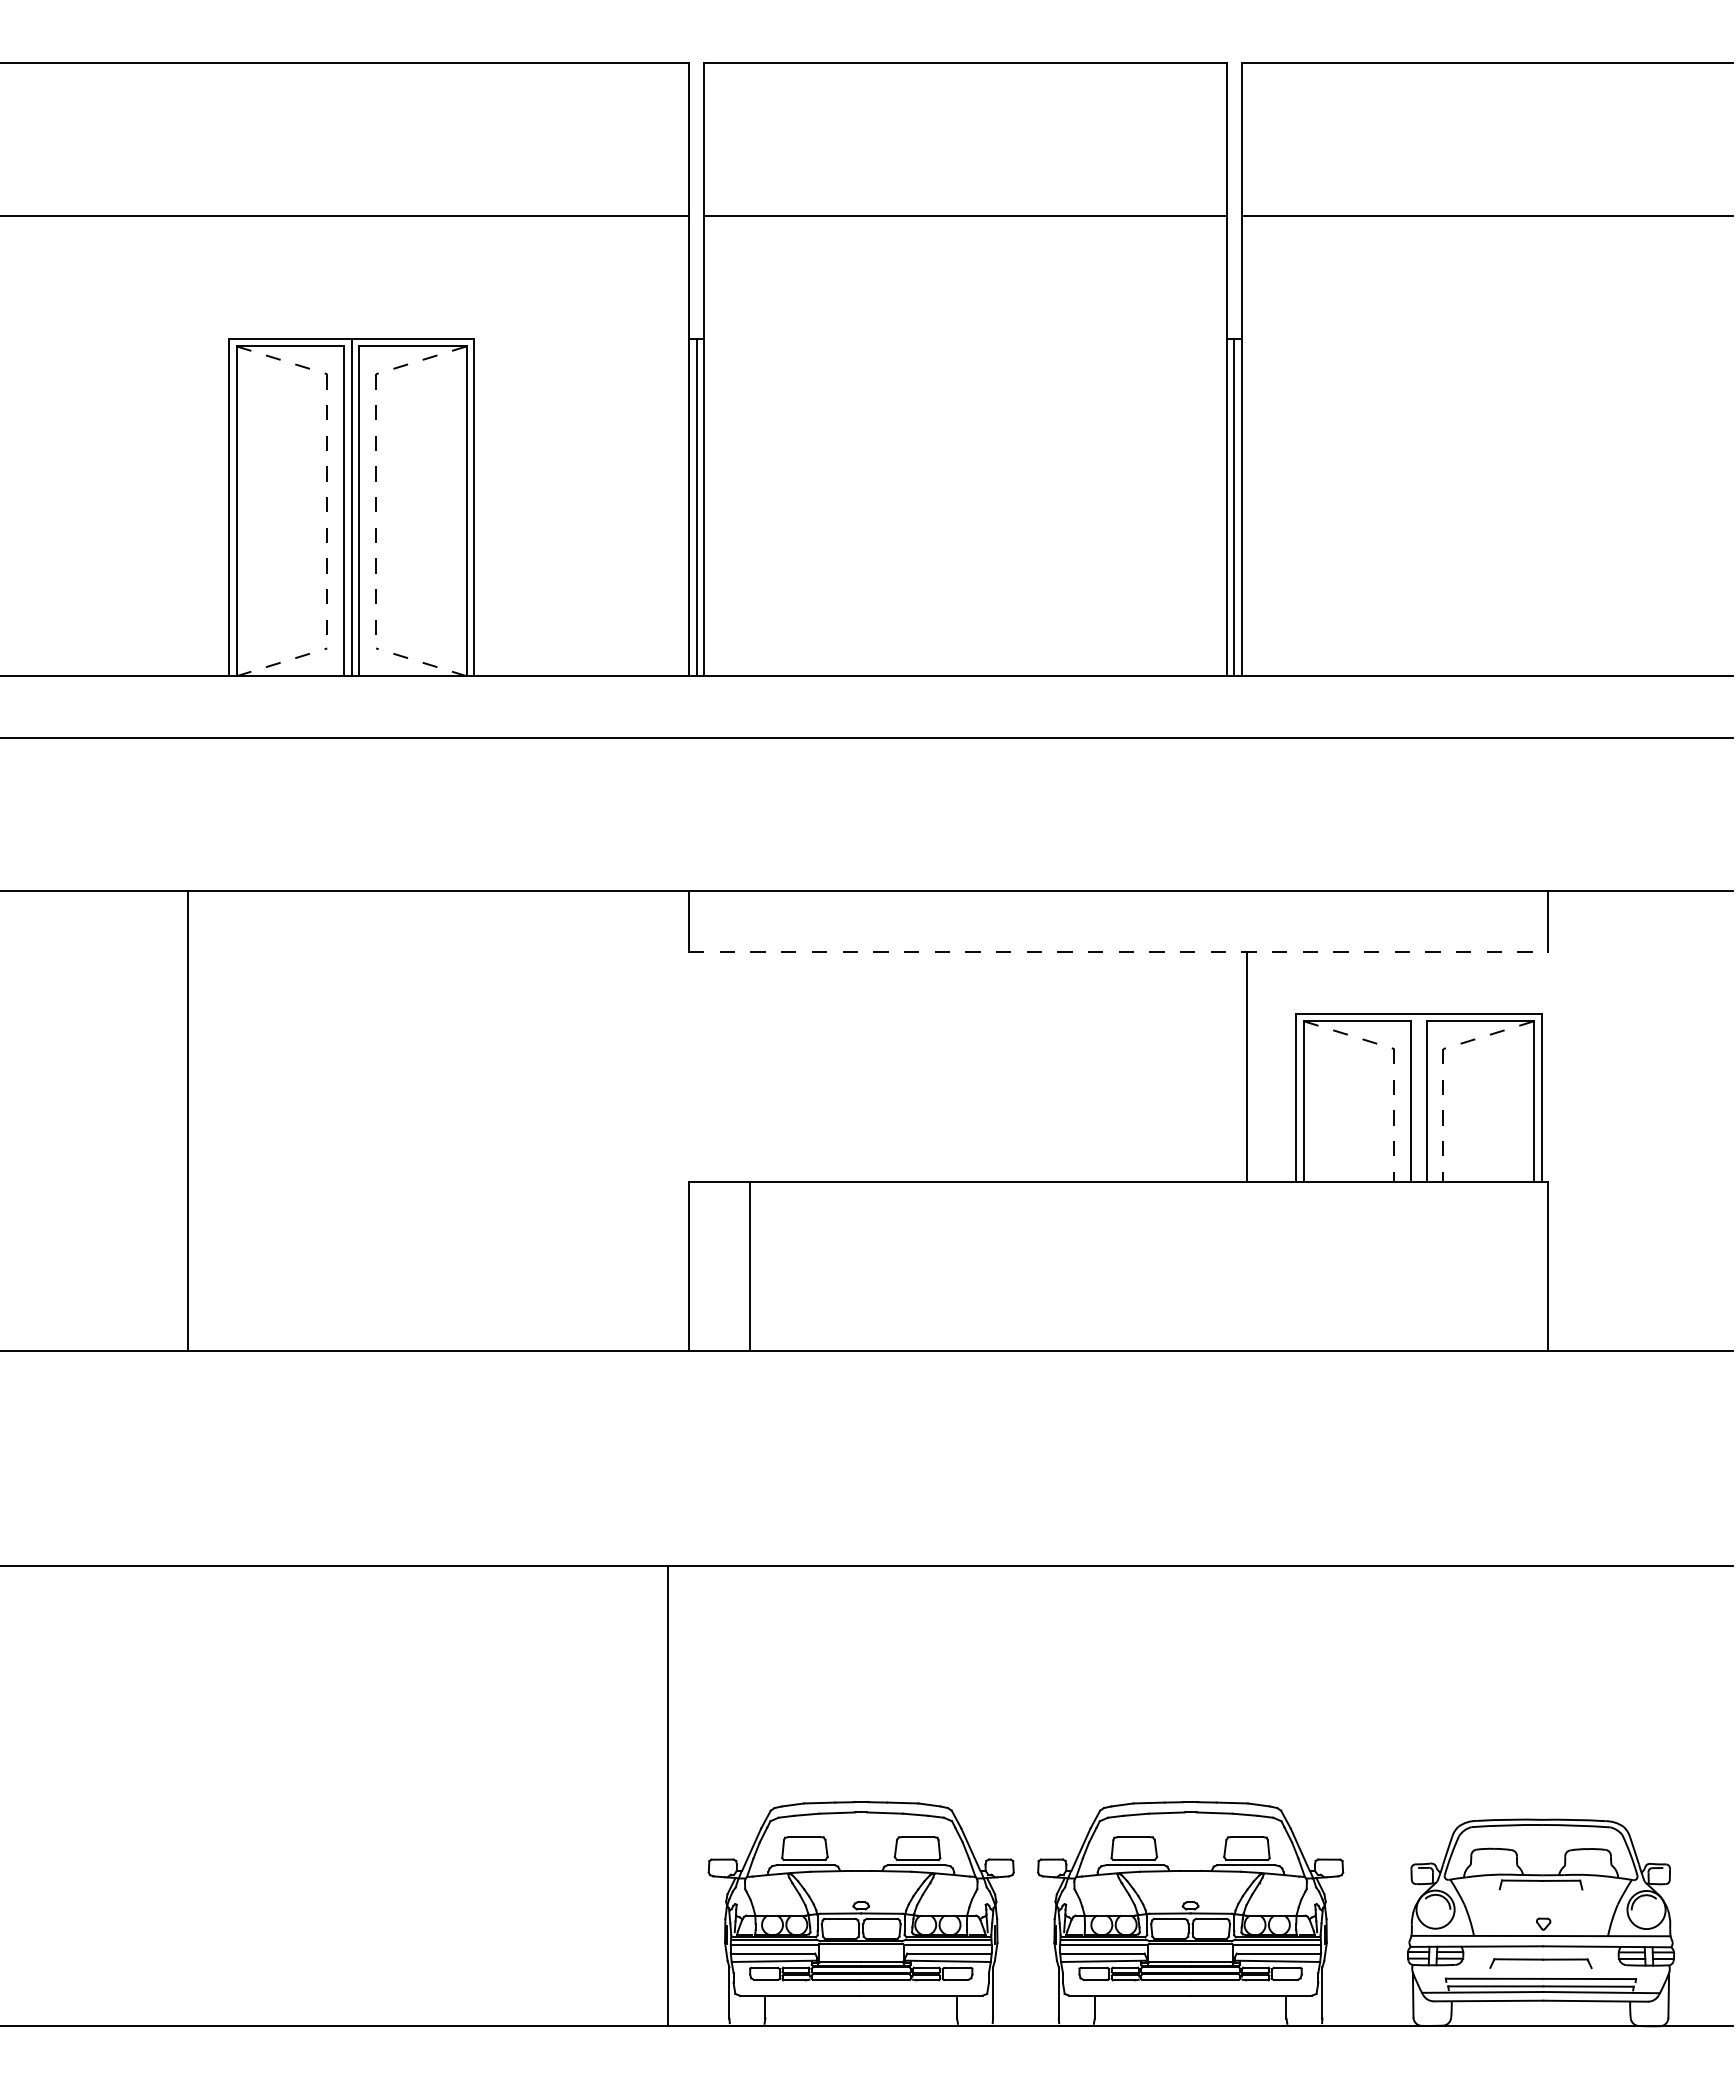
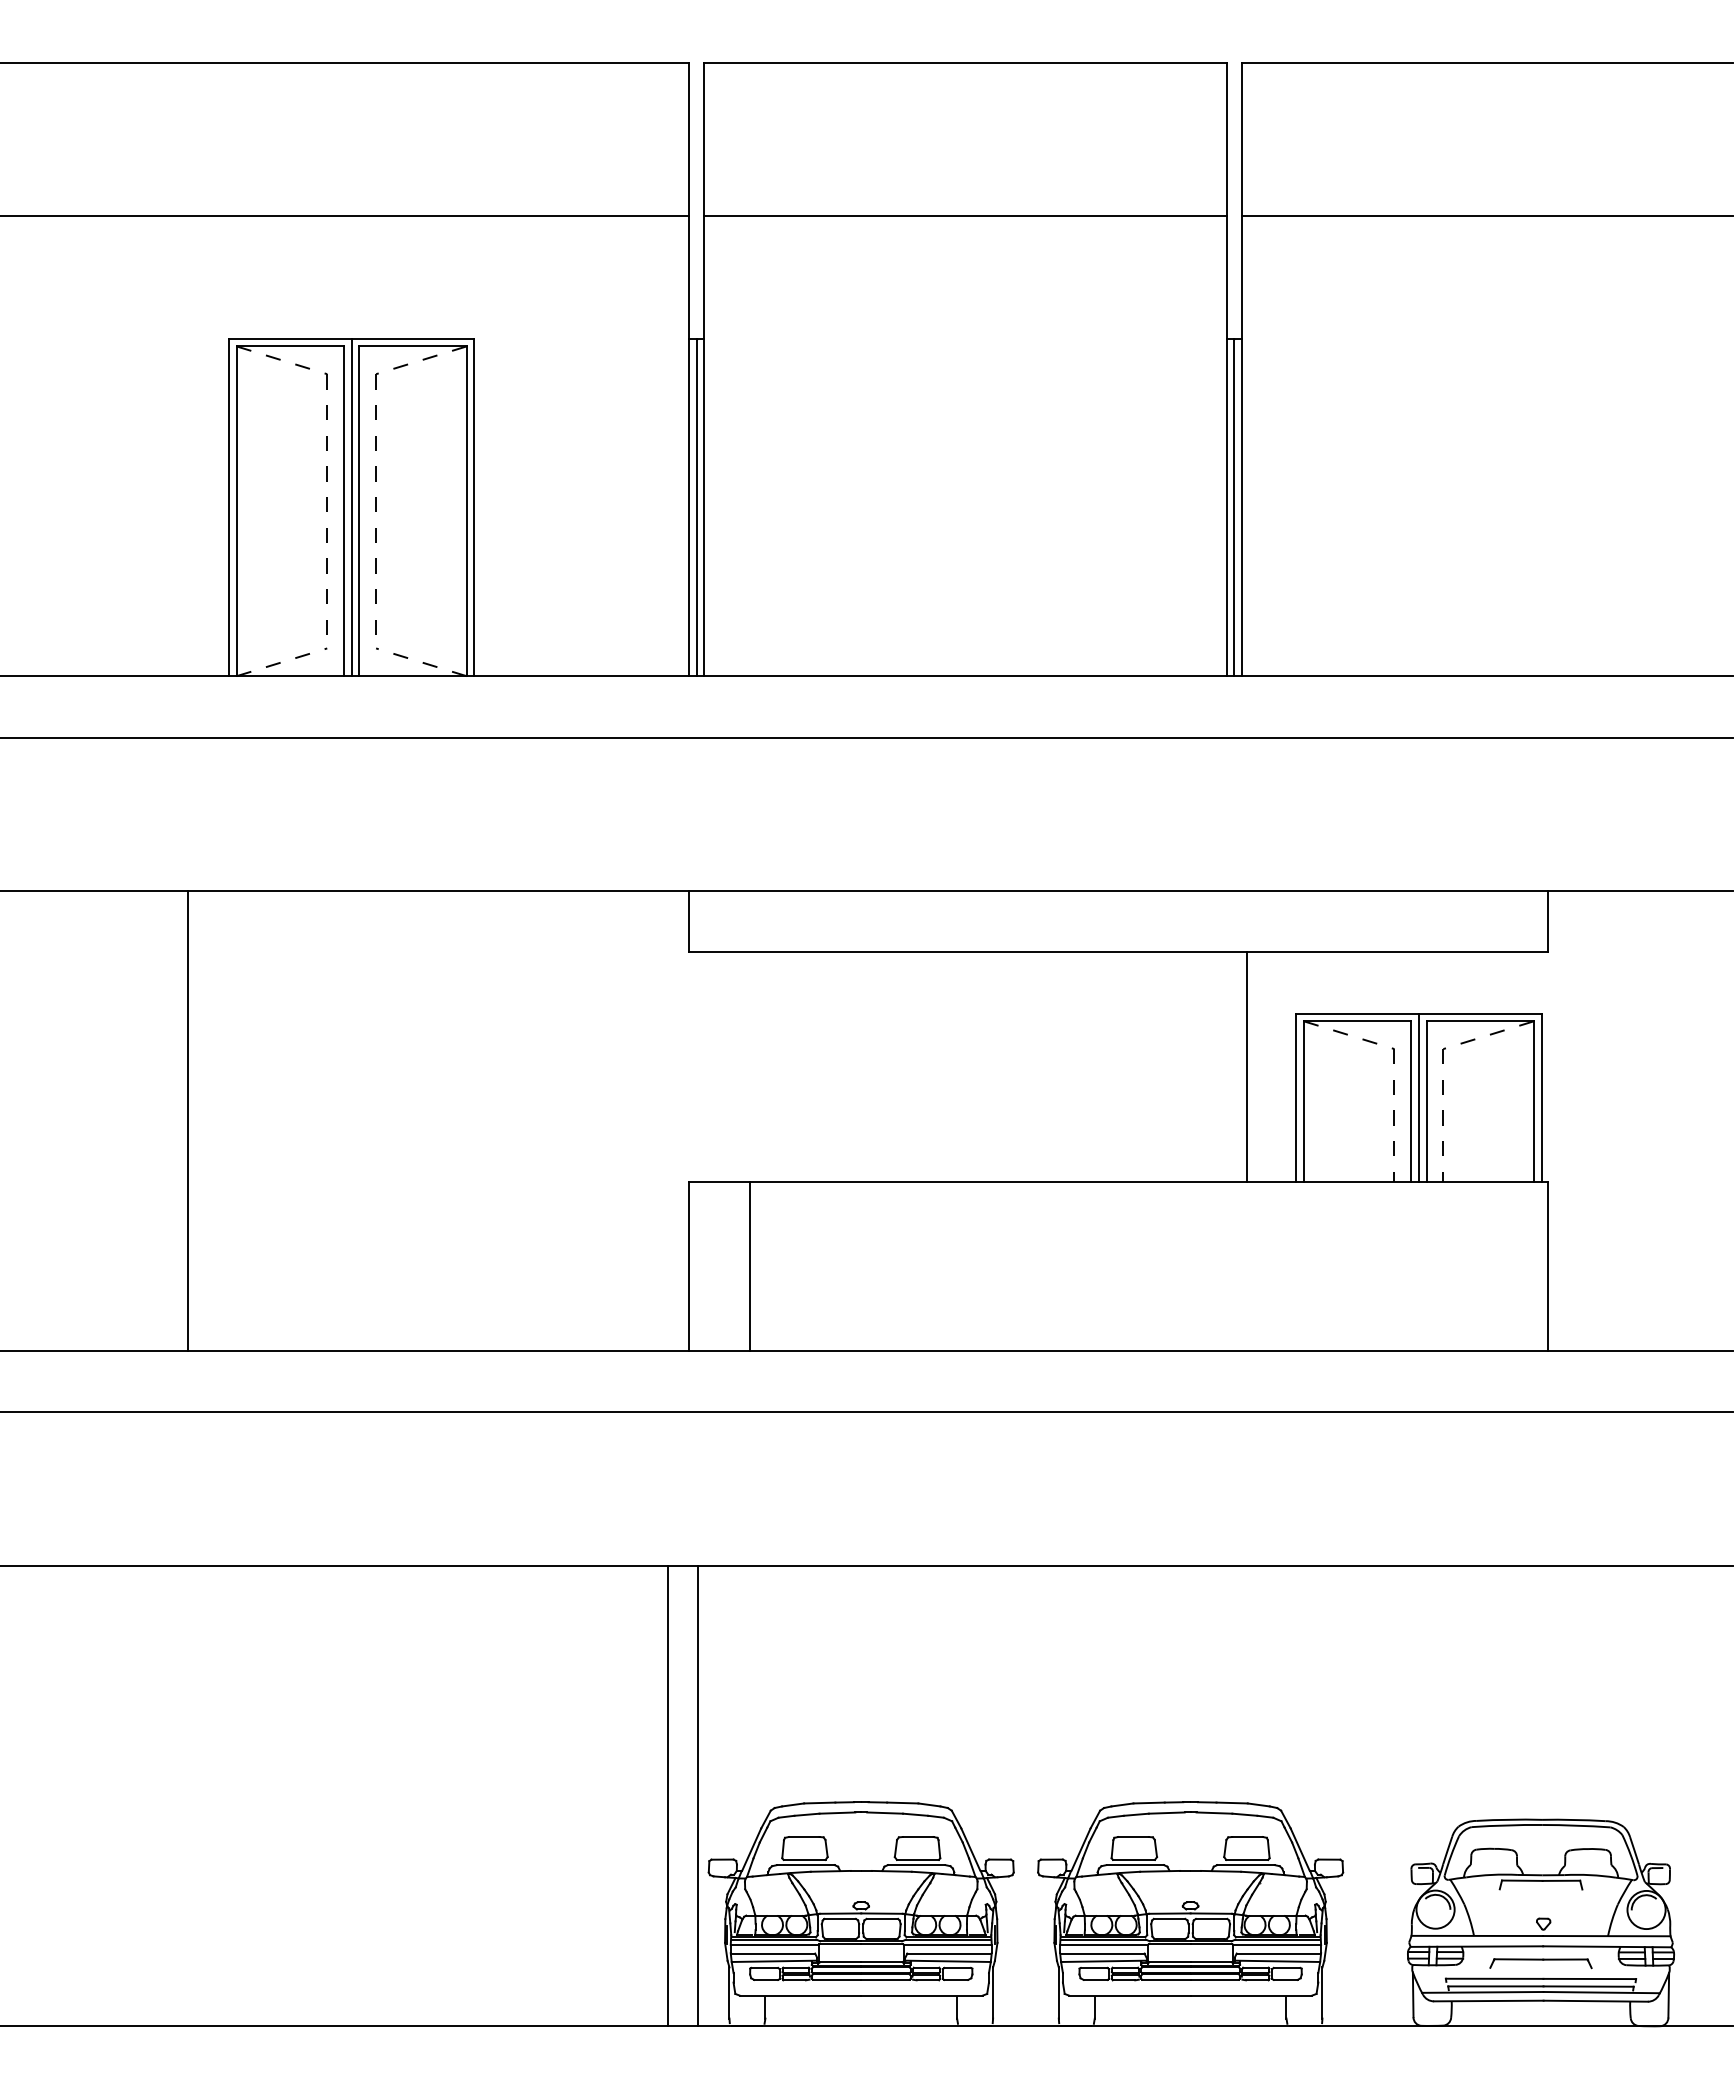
line at (1119, 952): dashed -> solid
line at (1418, 1097): none -> present
line at (867, 1412): none -> present
line at (698, 1795): none -> present
